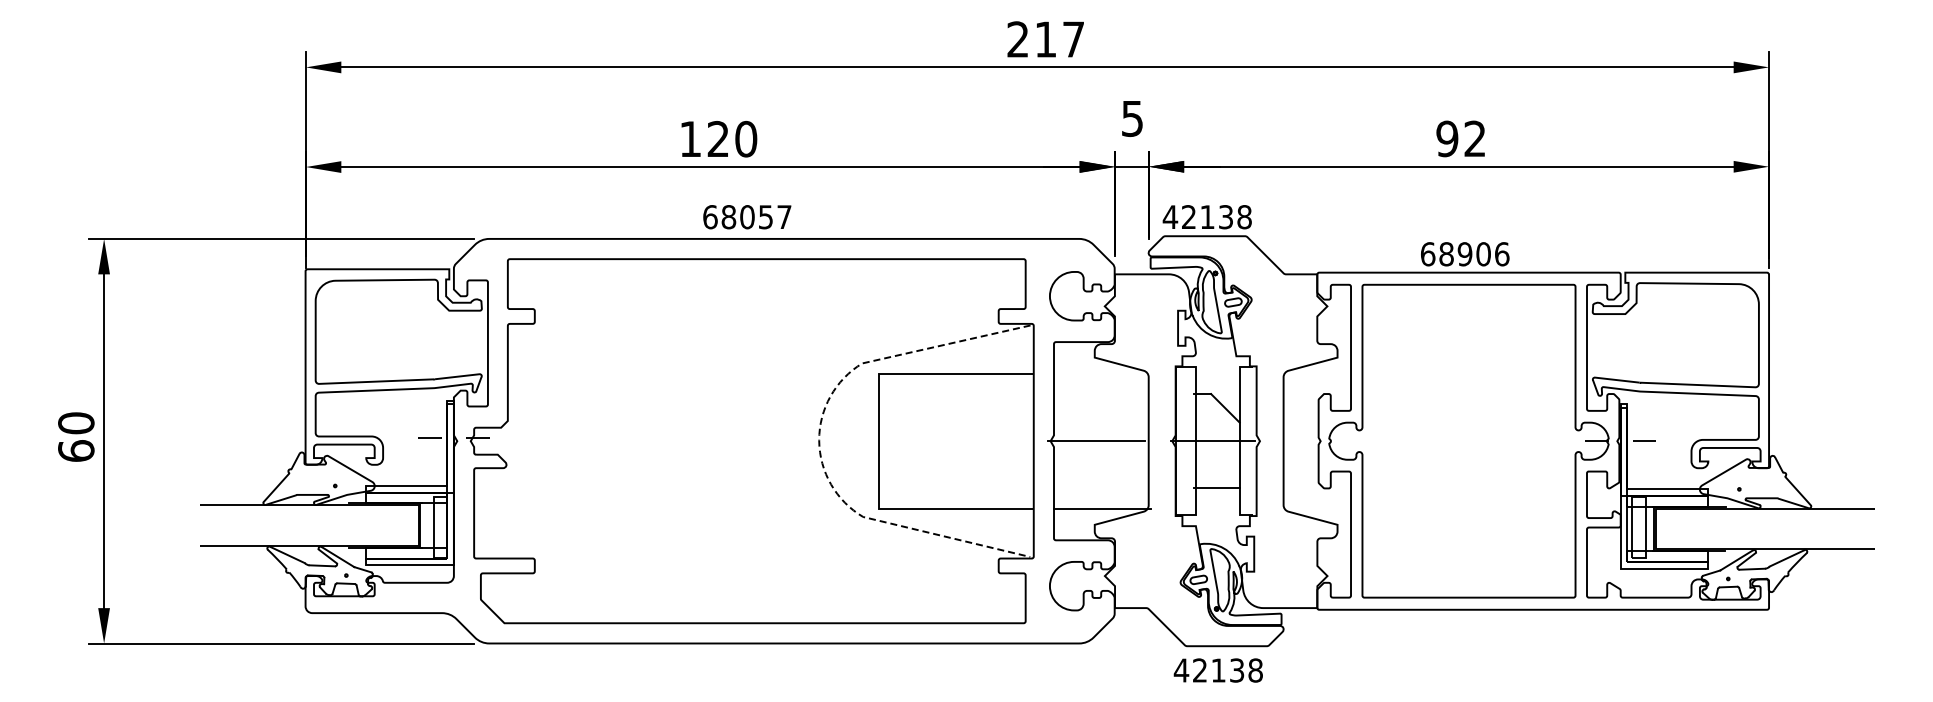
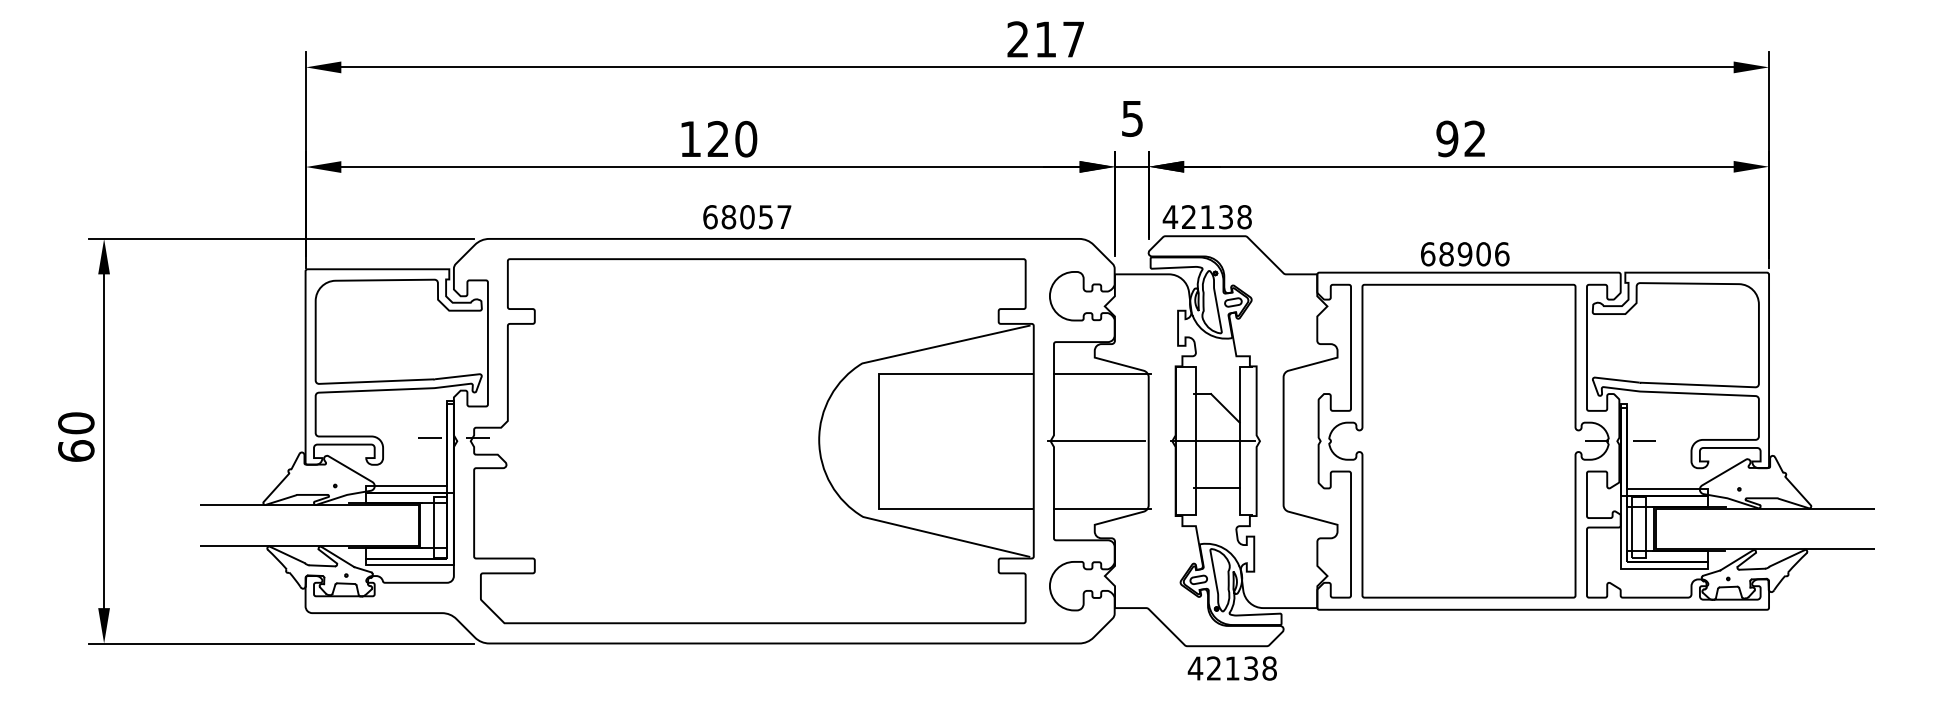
line at (1102, 373): none -> present
line at (819, 440): dashed -> solid
text at (1217, 670) position: (1217, 670) -> (1231, 668)
